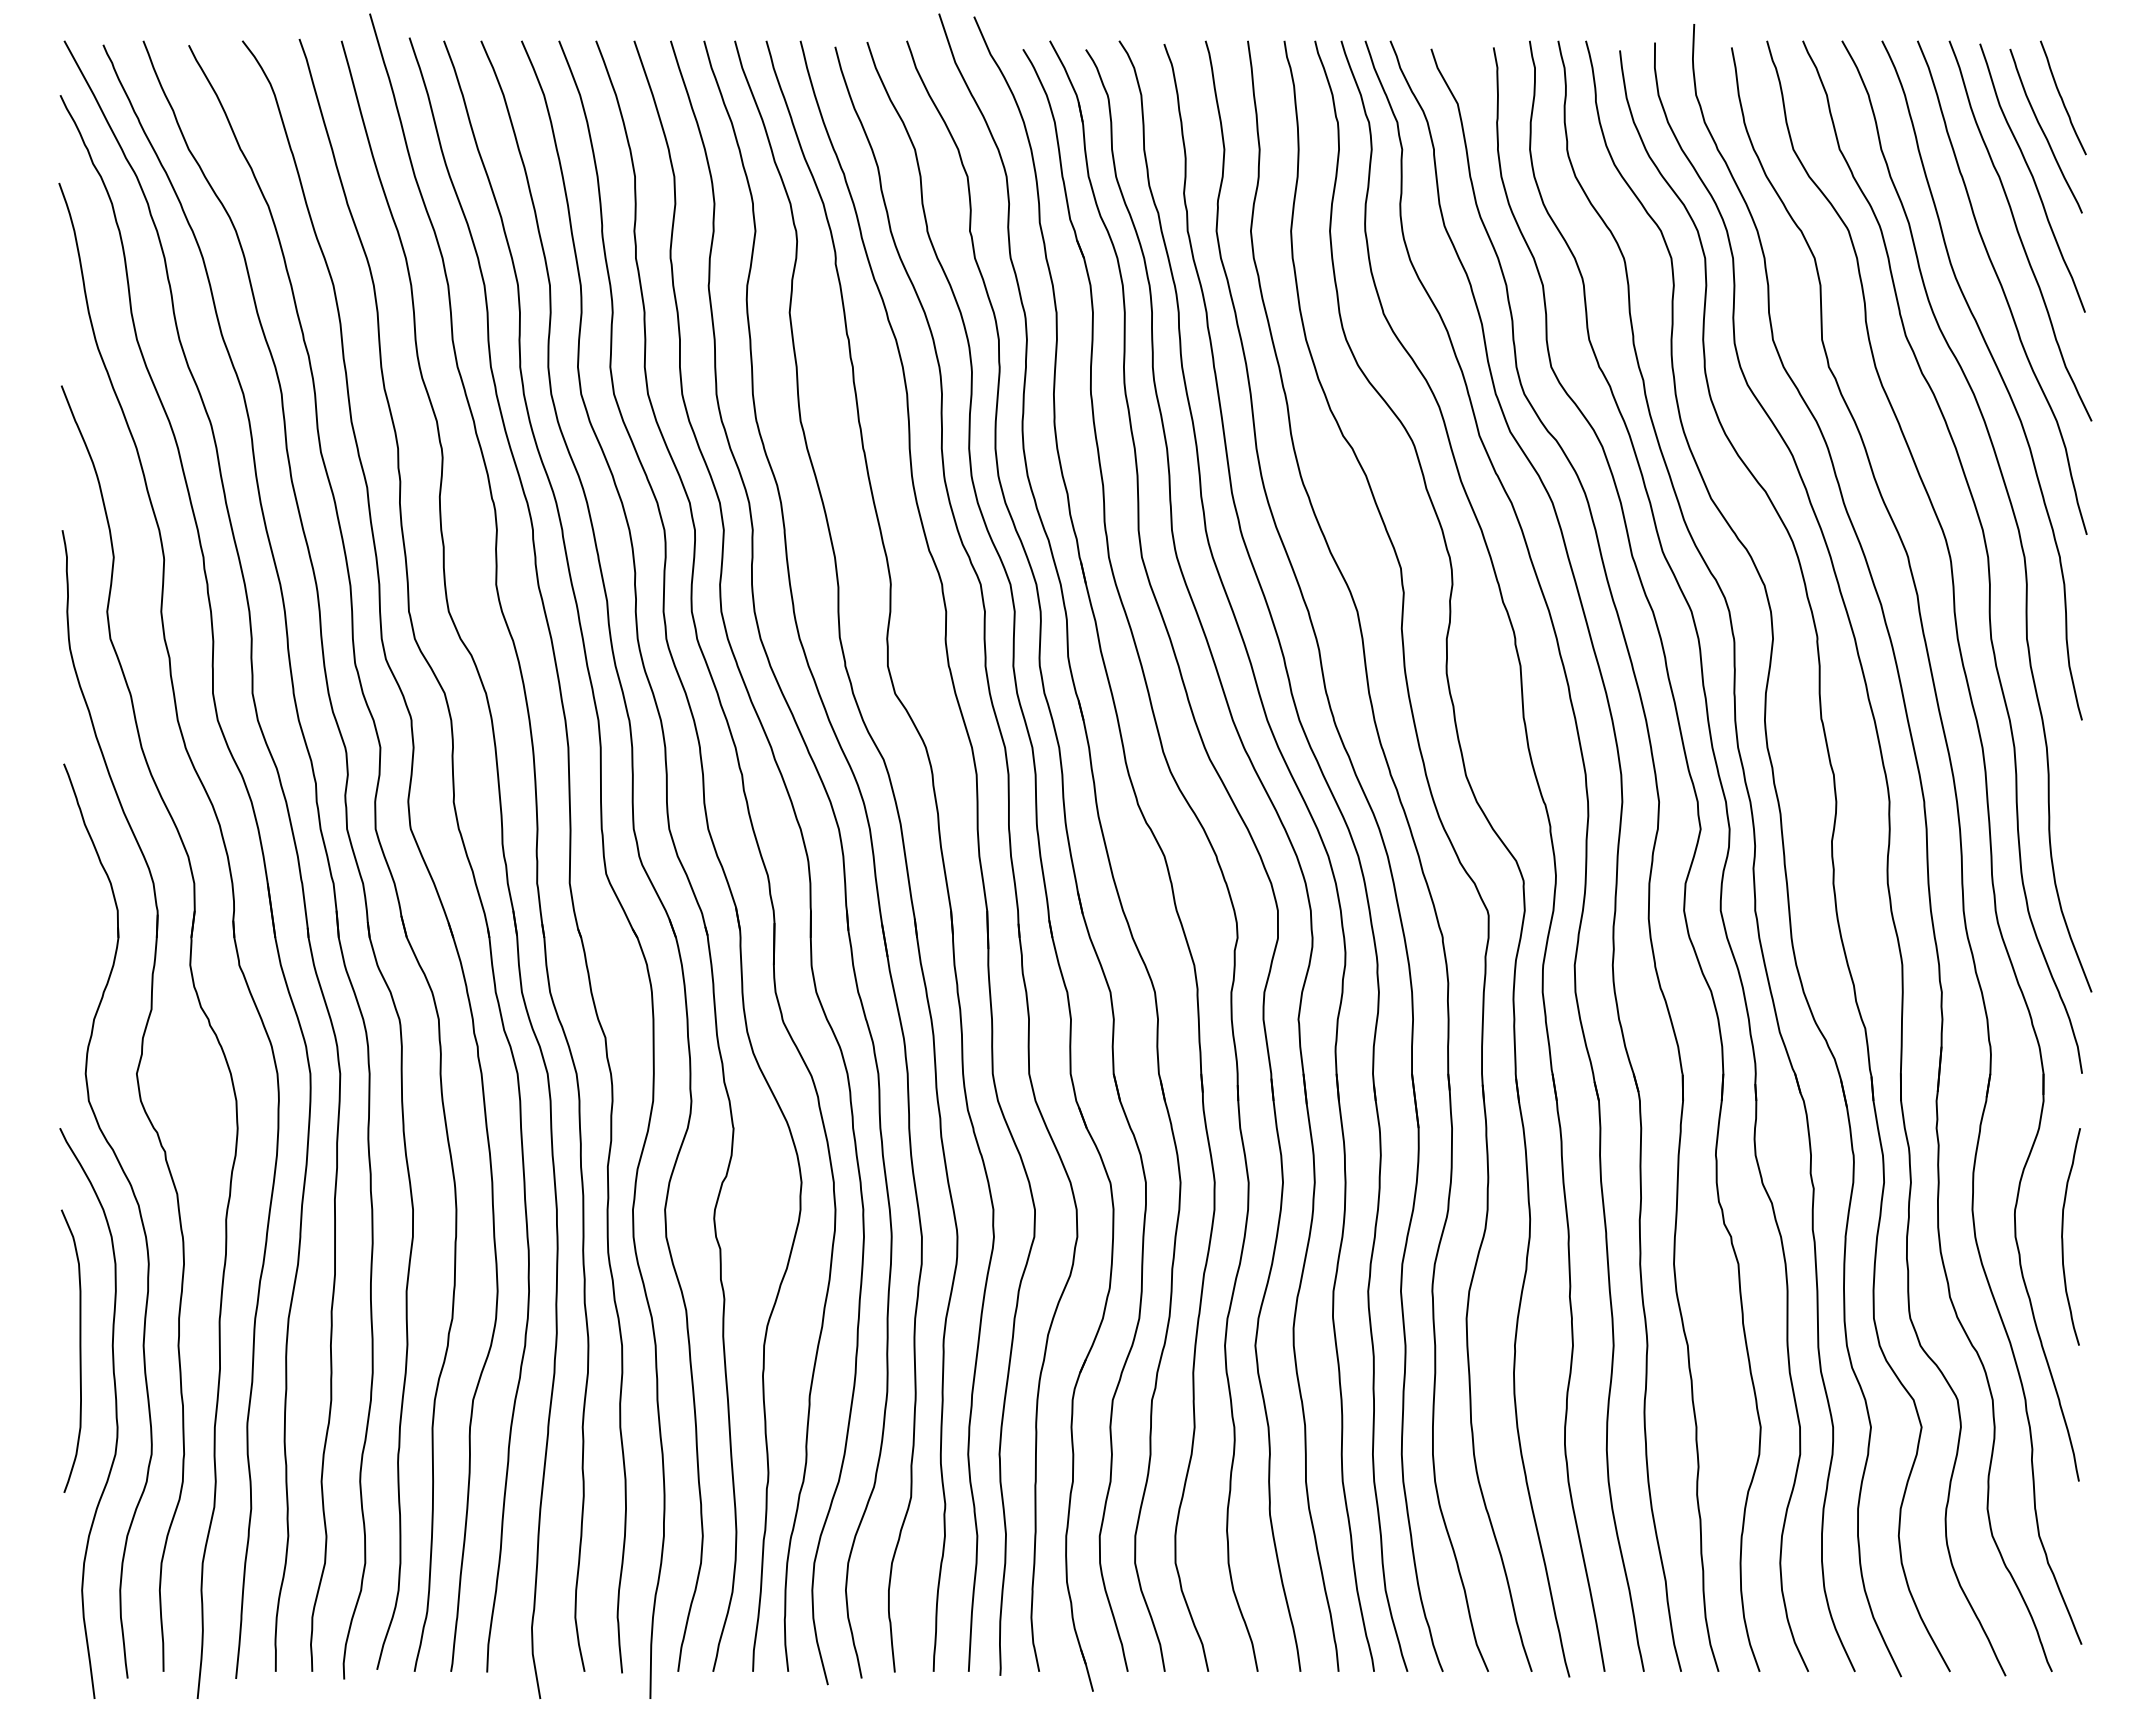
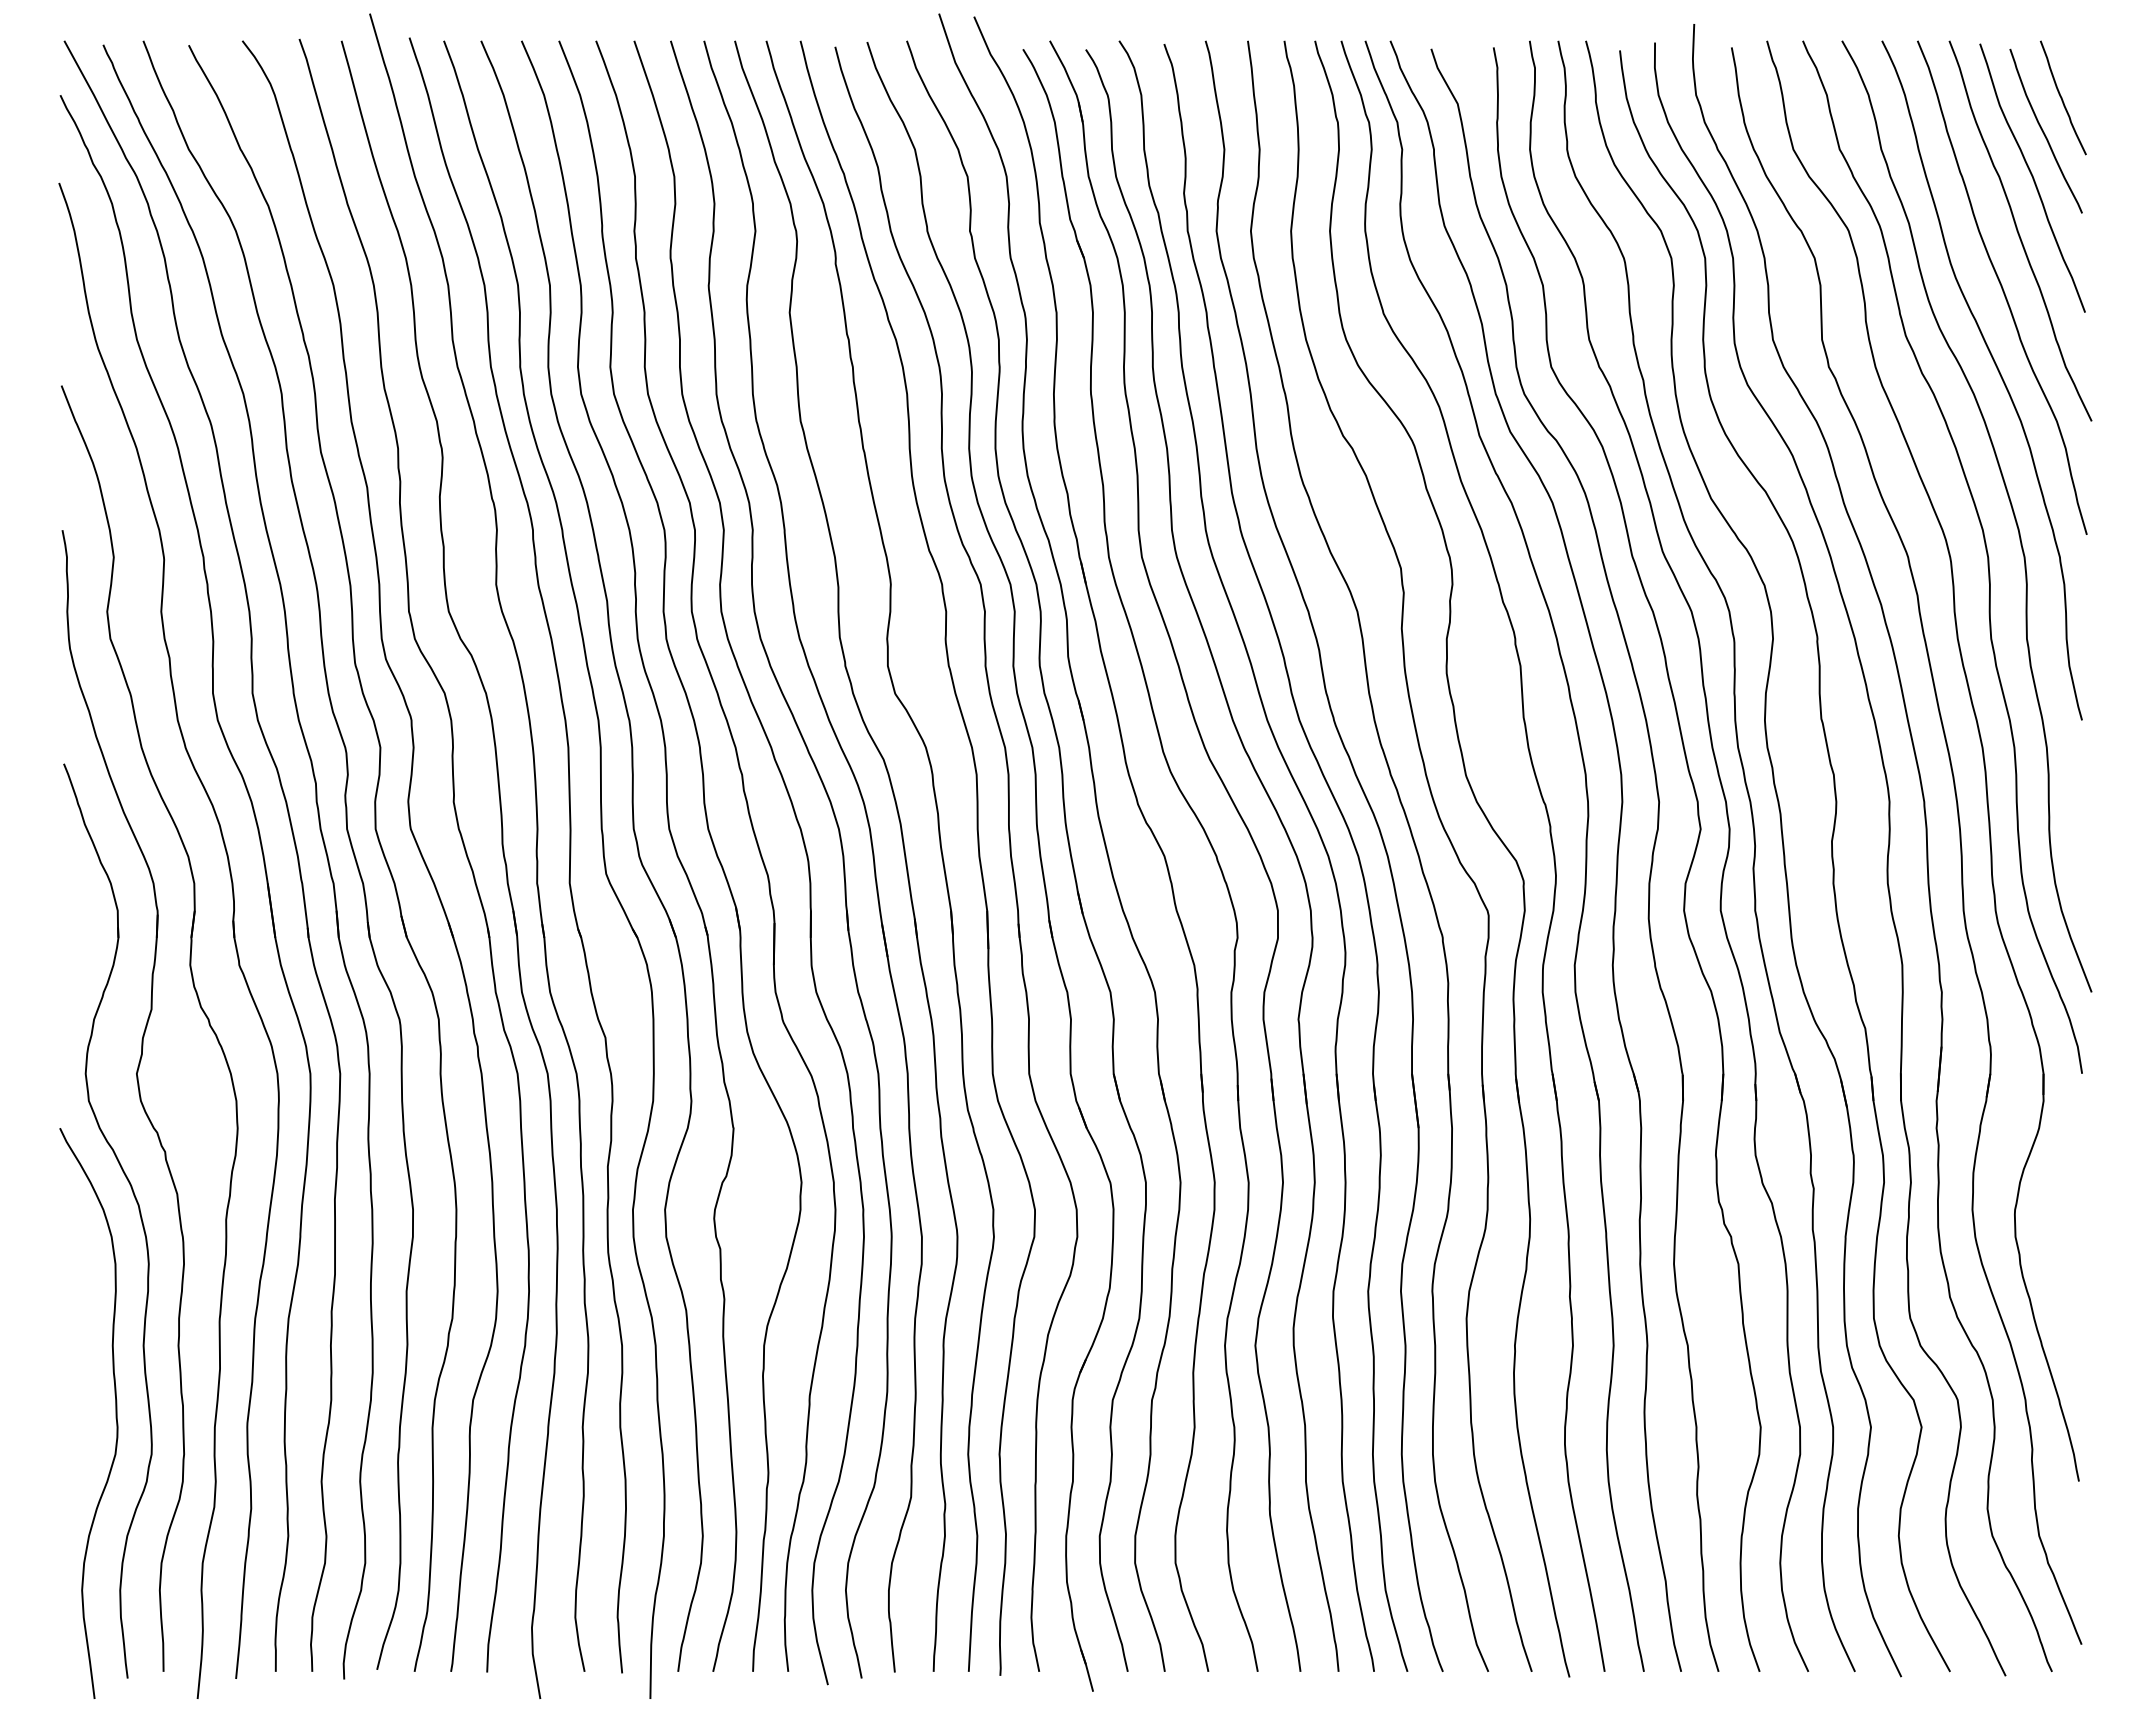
curve at (2063, 1238): present -> none
curve at (79, 1350): present -> none
